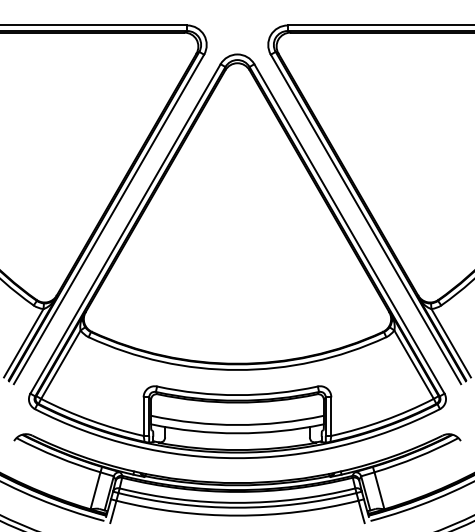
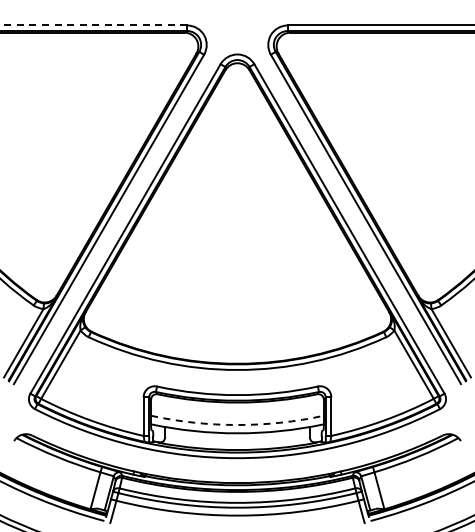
line at (93, 25): solid -> dashed
arc at (237, 425): solid -> dashed
